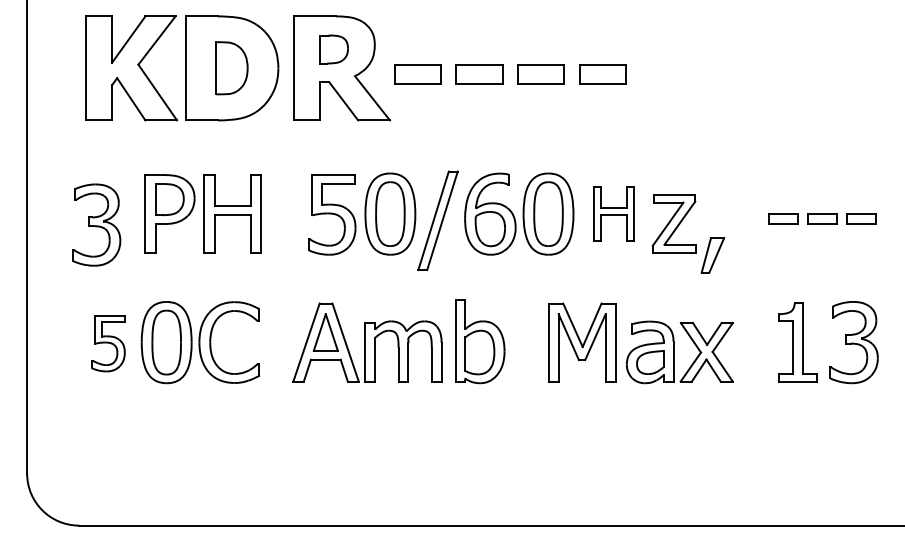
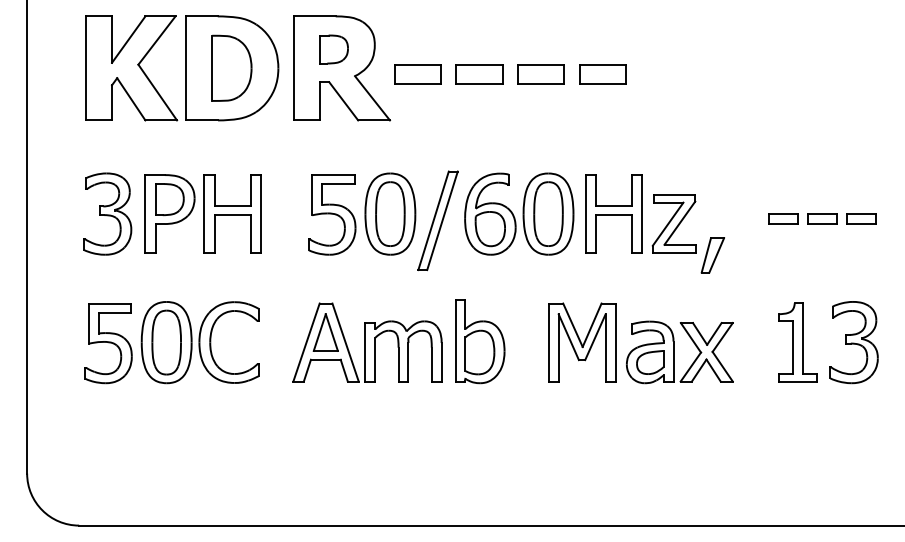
part at (231, 68) size: 34x55 px -> 42x68 px
part at (613, 213) size: 42x56 px -> 58x80 px
part at (96, 224) position: (96, 224) -> (107, 213)
part at (108, 343) size: 35x58 px -> 49x82 px
